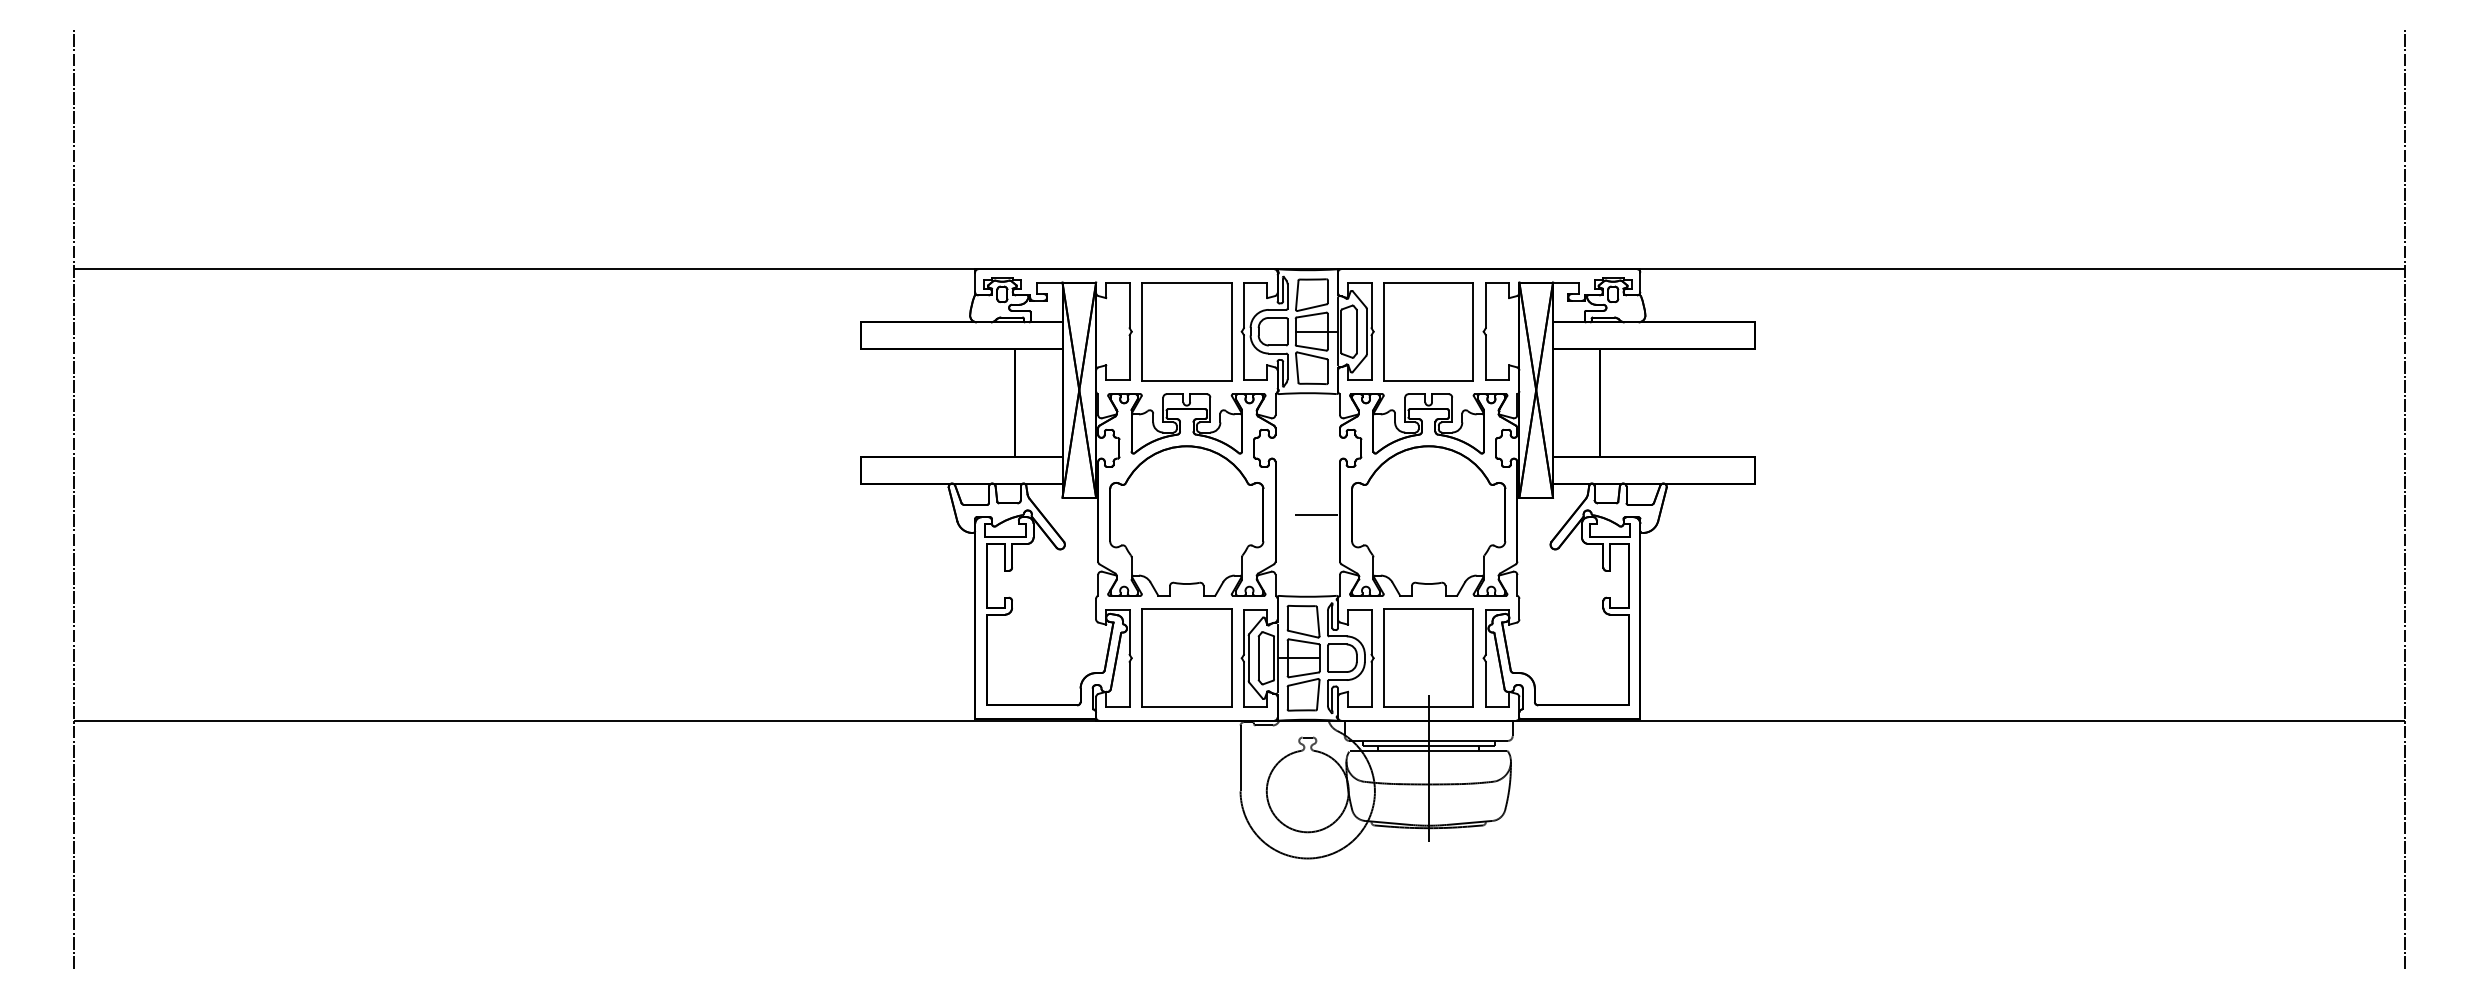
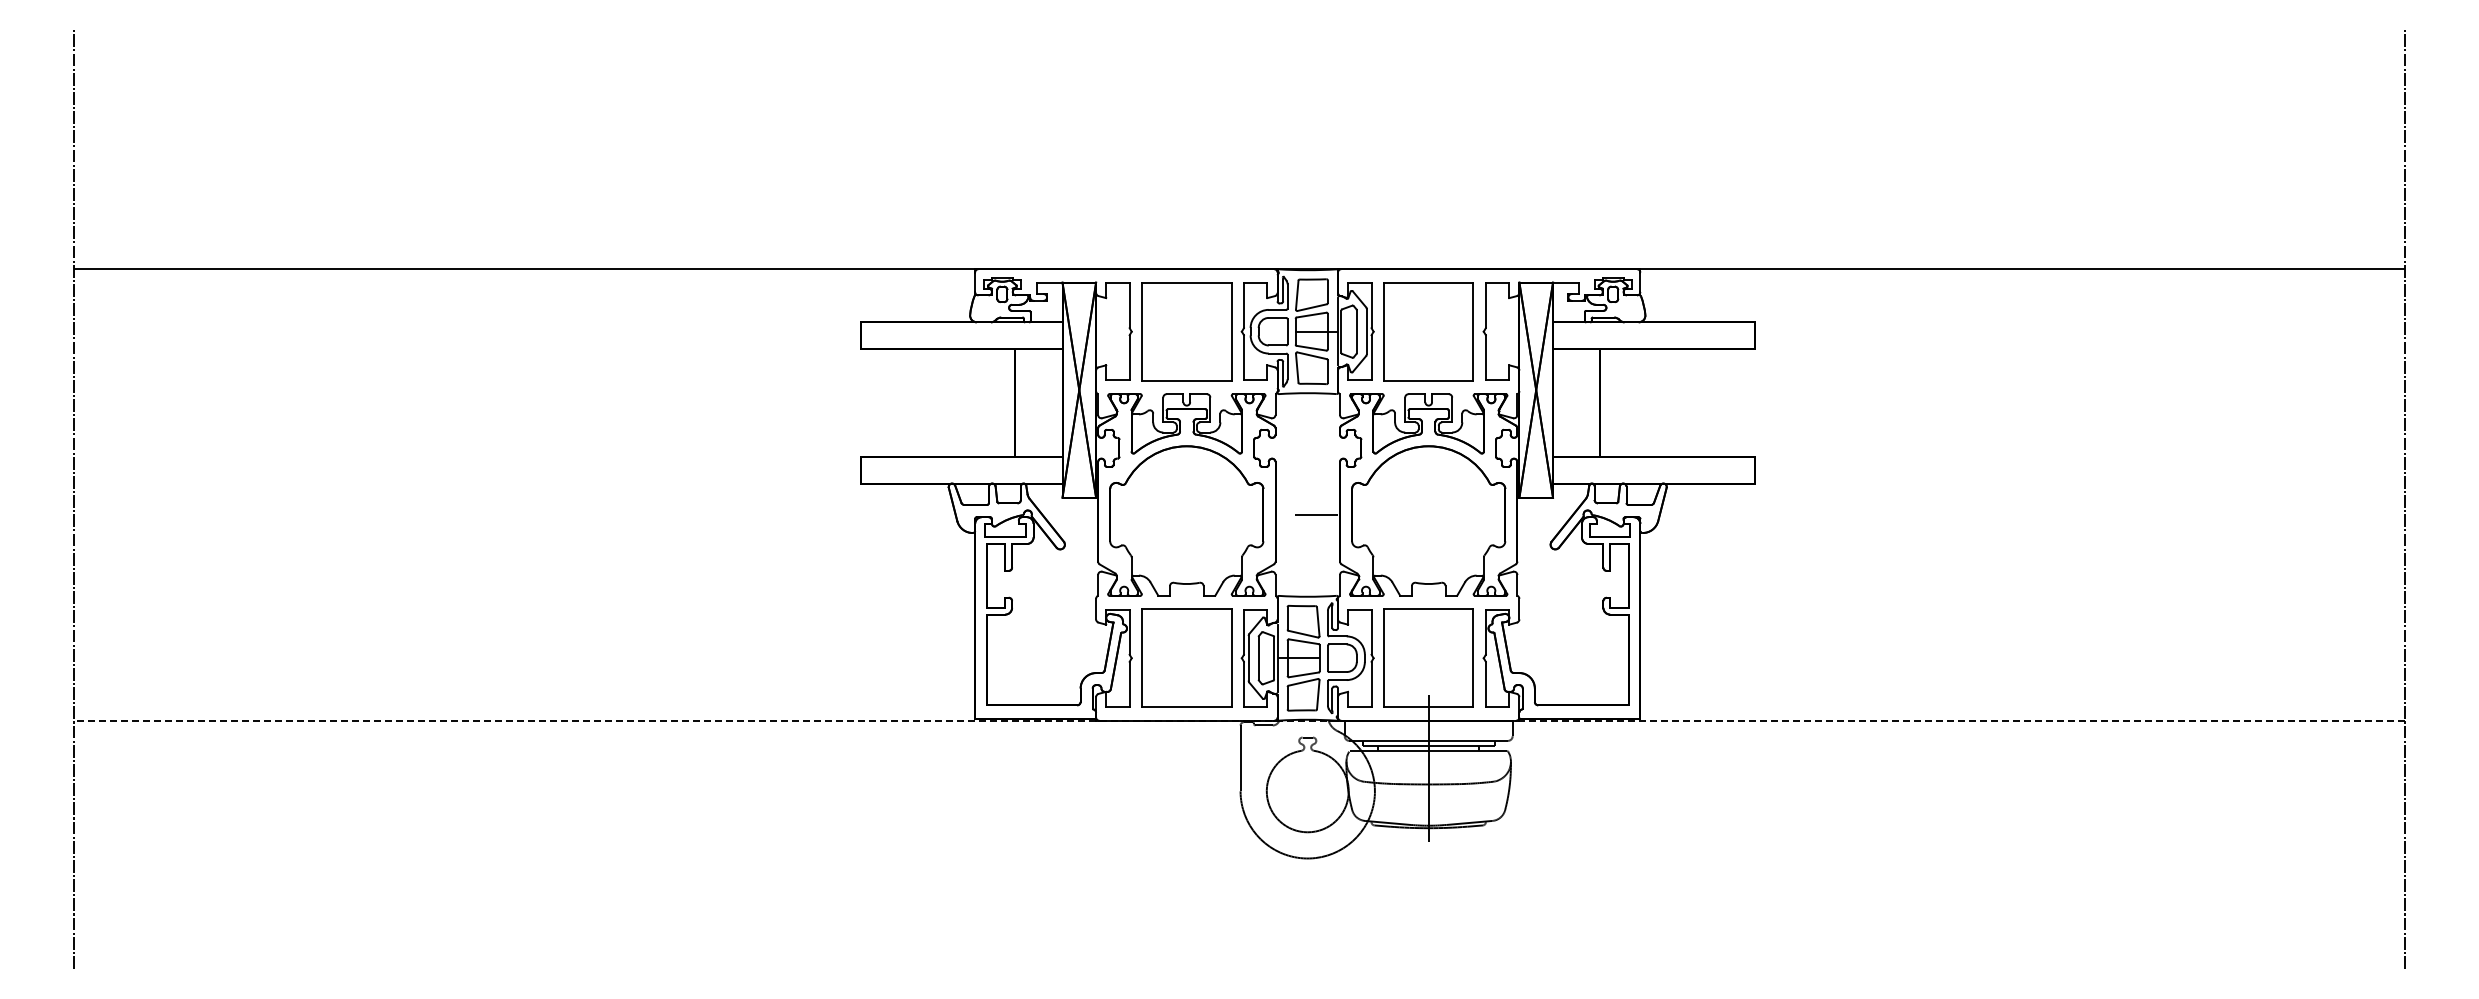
line at (1238, 720): solid -> dashed
